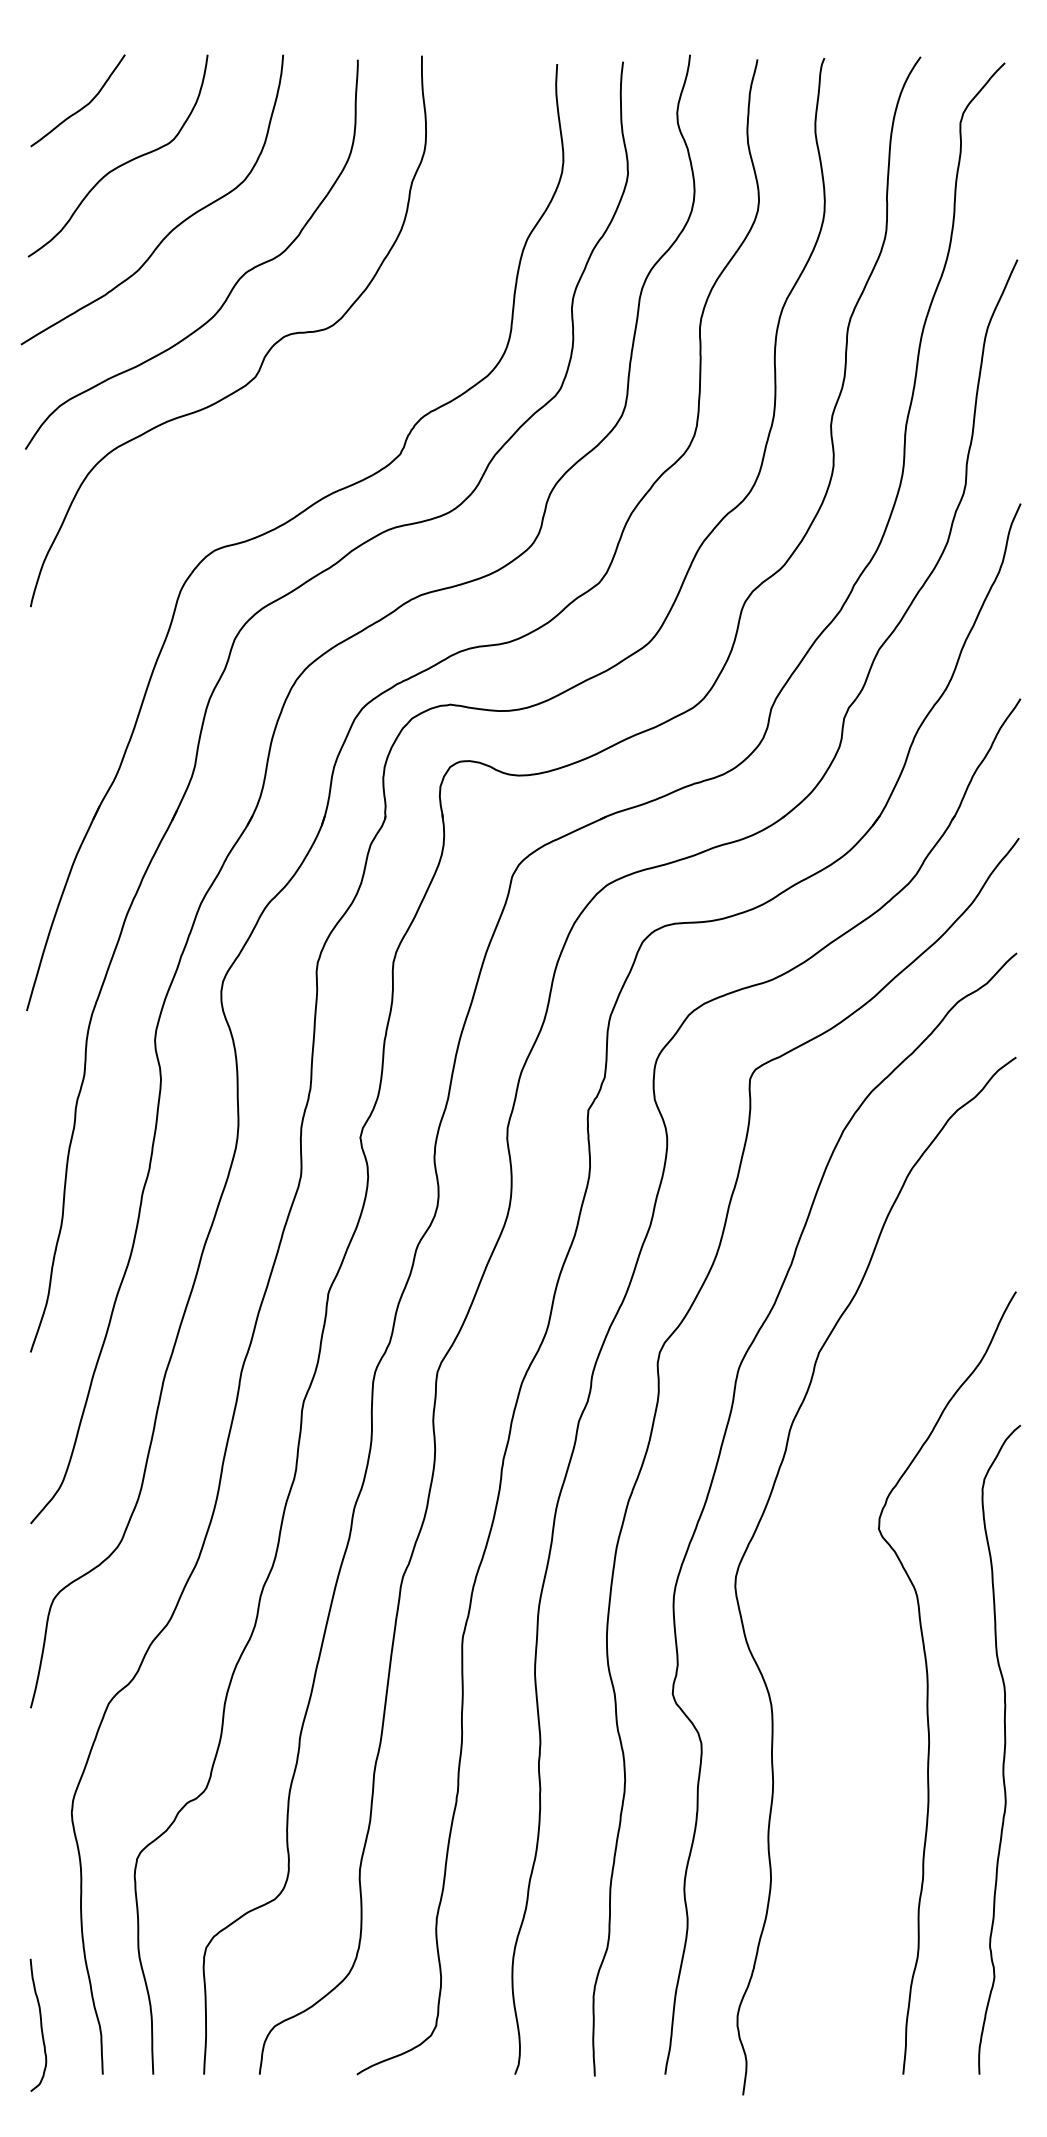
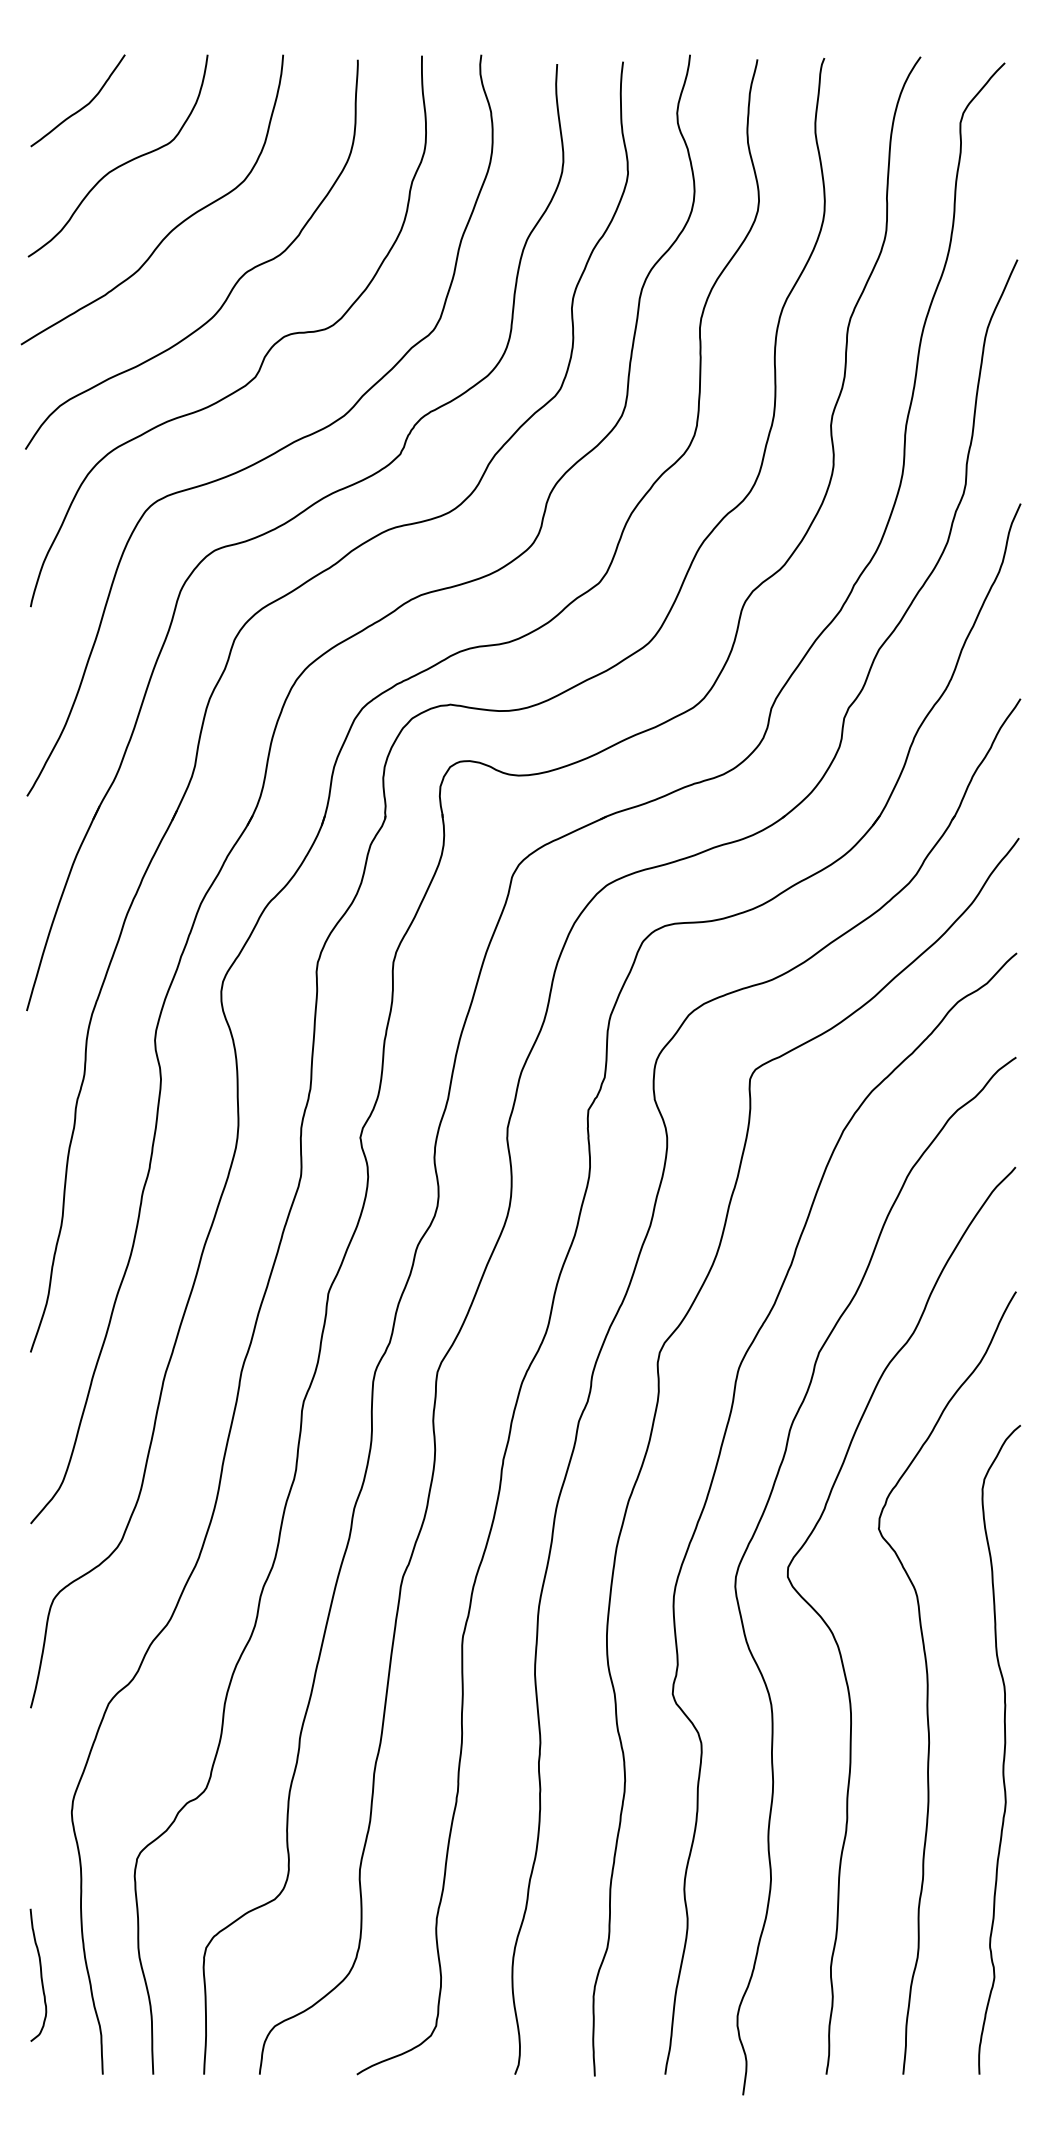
curve at (273, 452): none -> present
curve at (838, 1644): none -> present
curve at (40, 2024) position: (40, 2024) -> (40, 1974)
